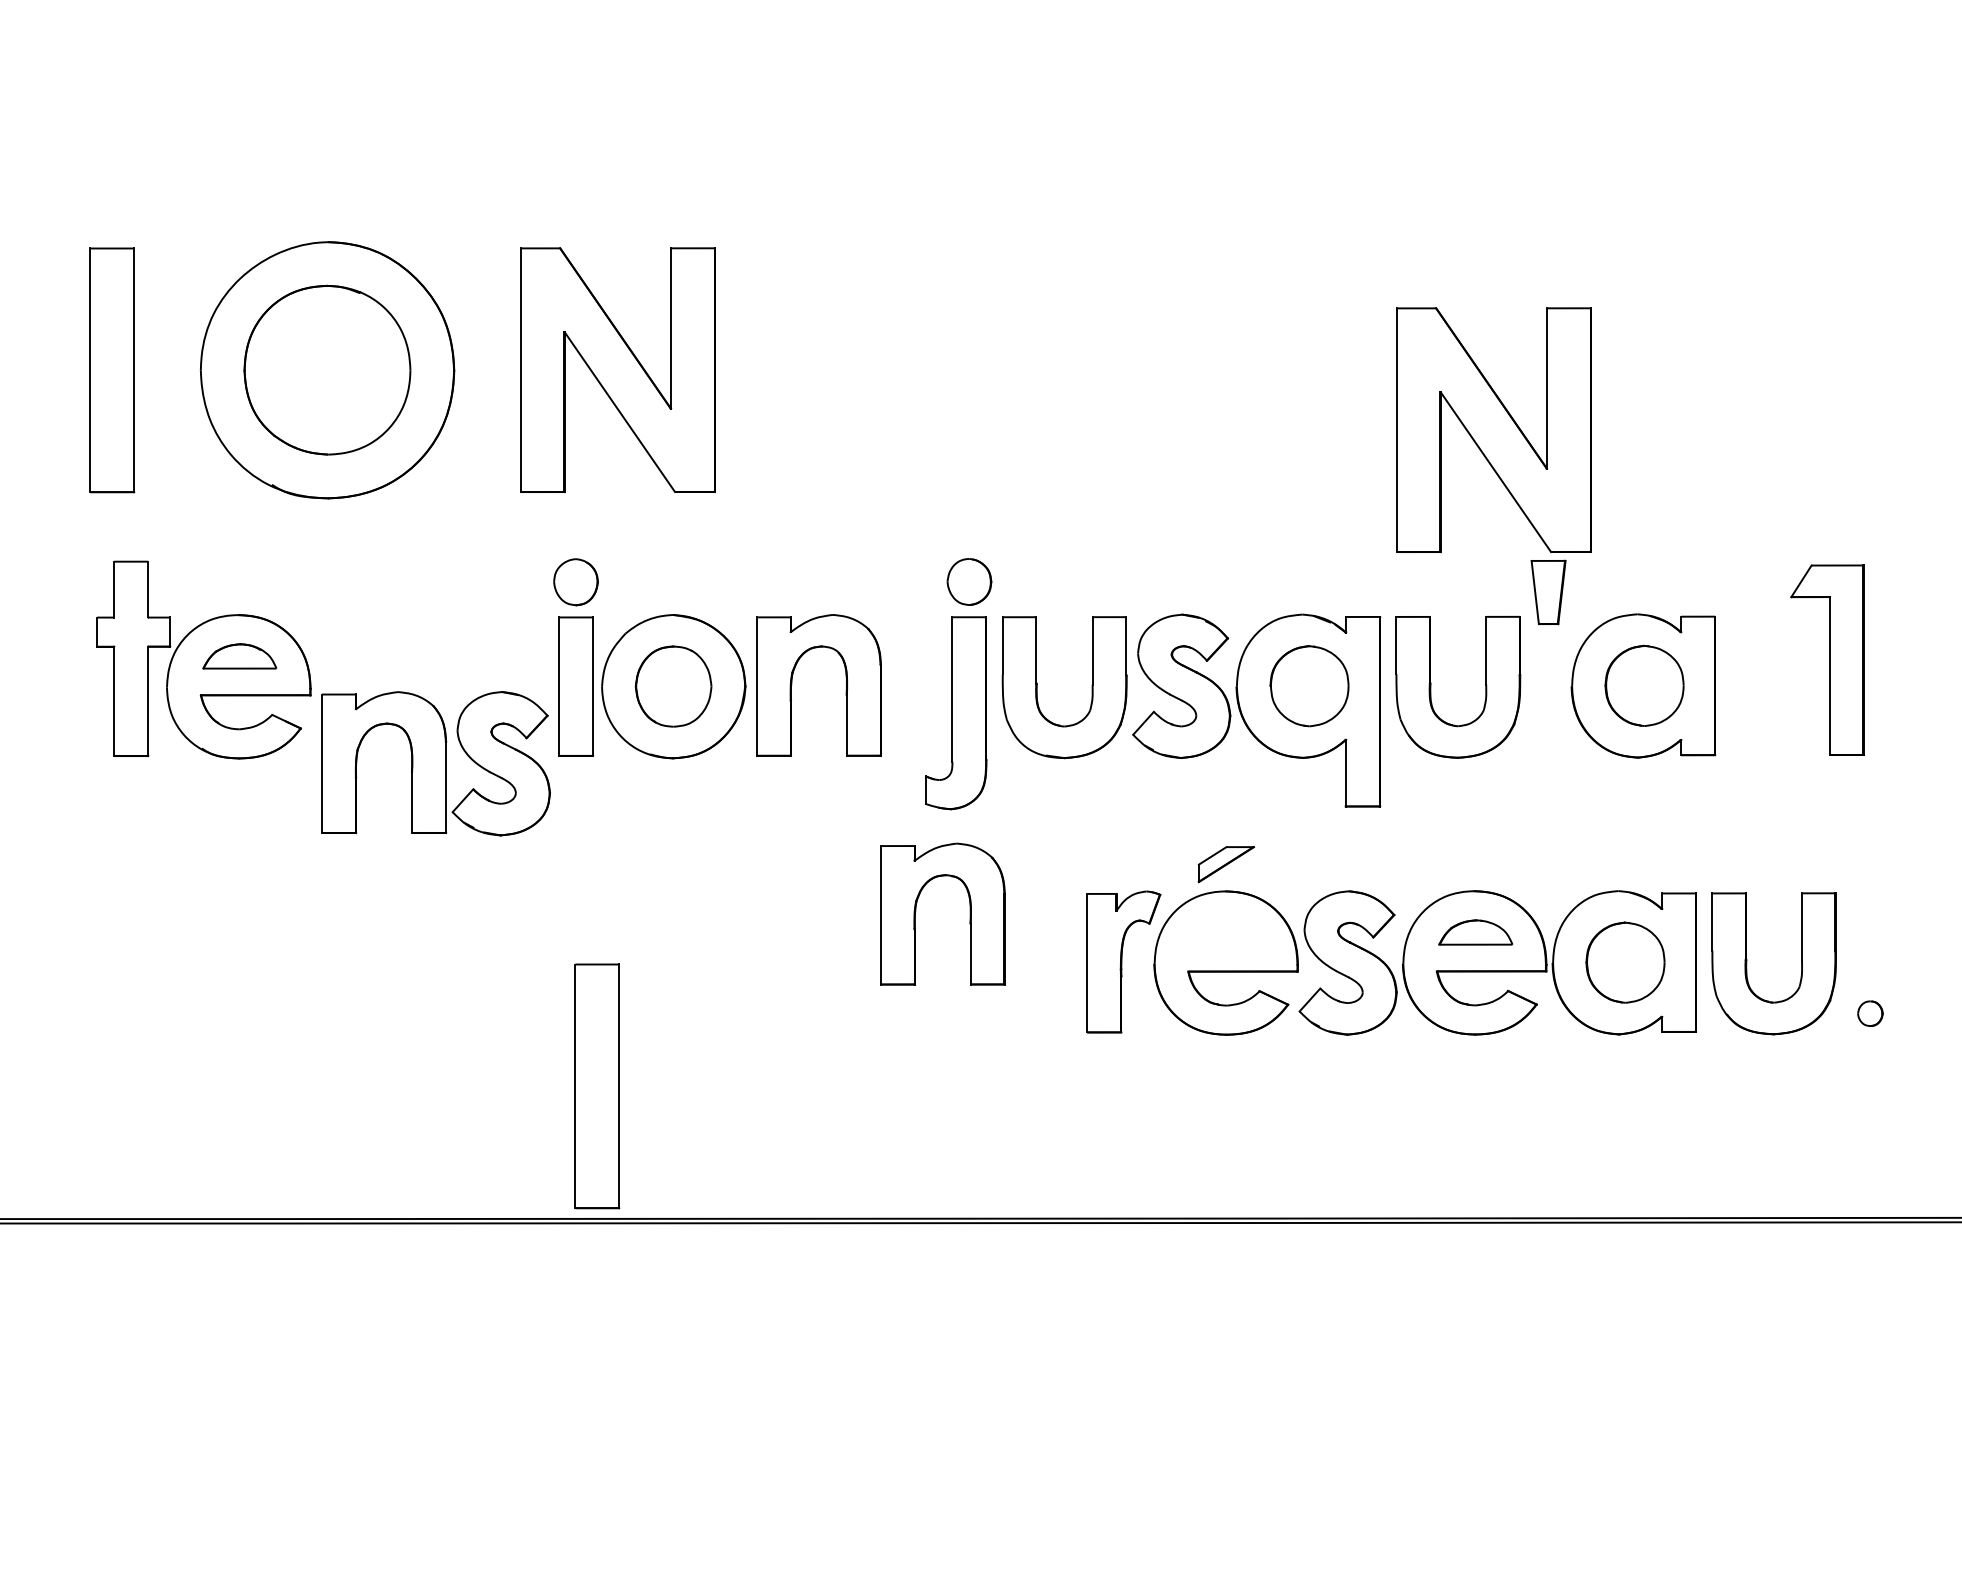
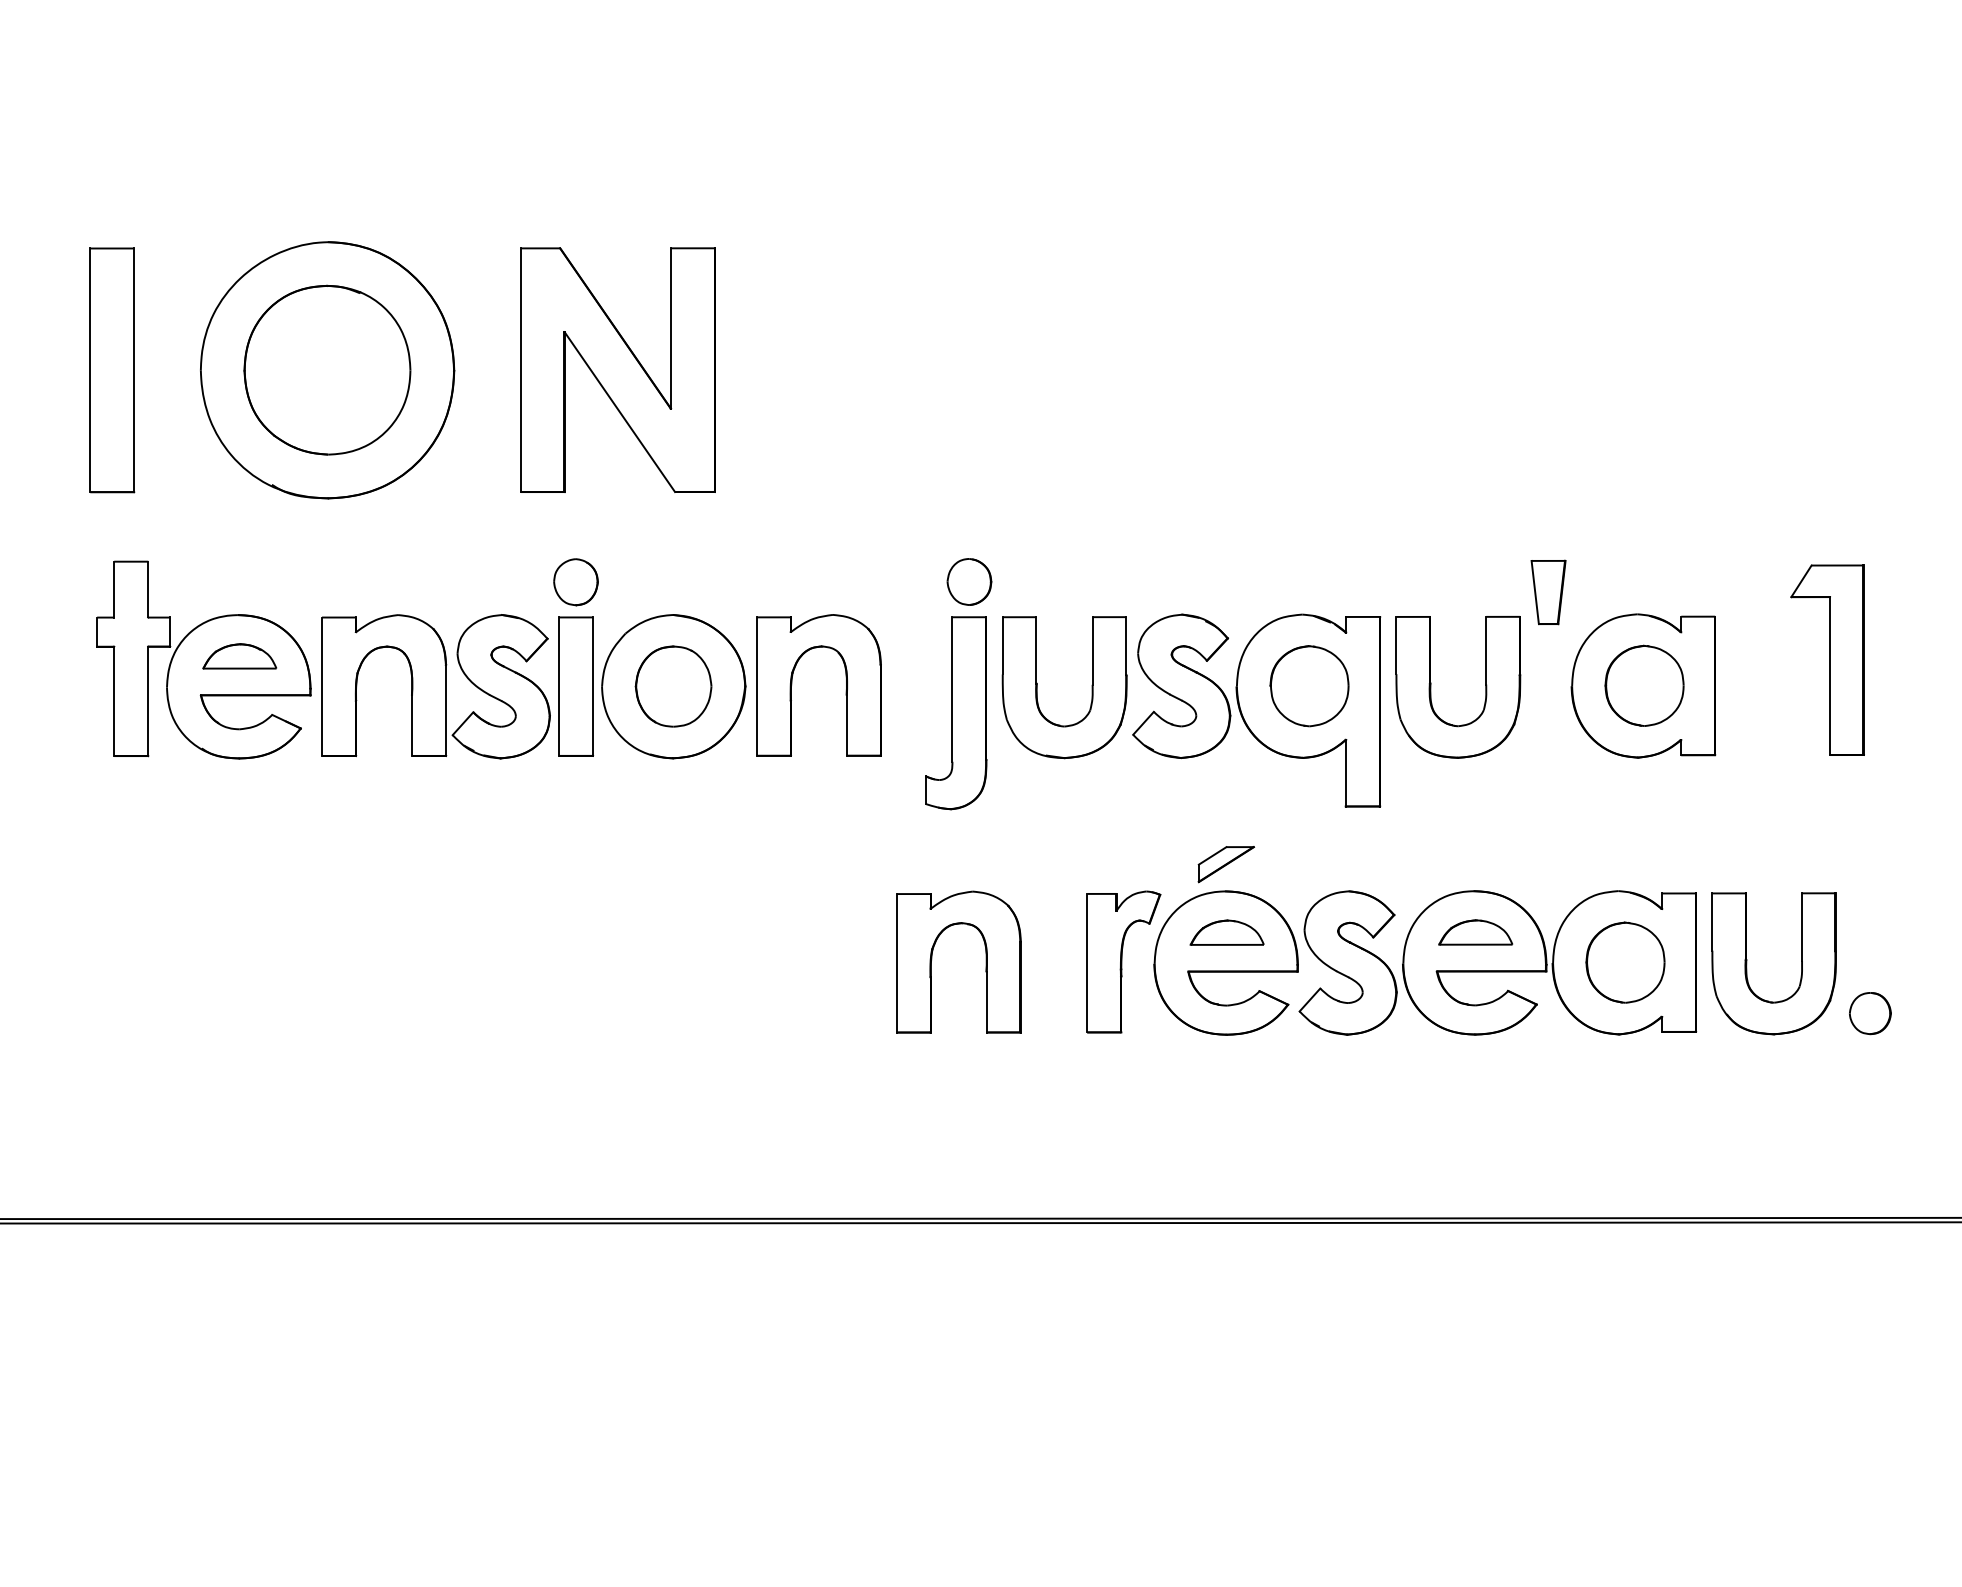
part at (1493, 429): present -> none
part at (435, 763) position: (435, 763) -> (435, 686)
part at (916, 911) position: (916, 911) -> (932, 959)
part at (1226, 932): none -> present
part at (1870, 1013) size: 27x27 px -> 43x44 px
part at (597, 1086): present -> none
